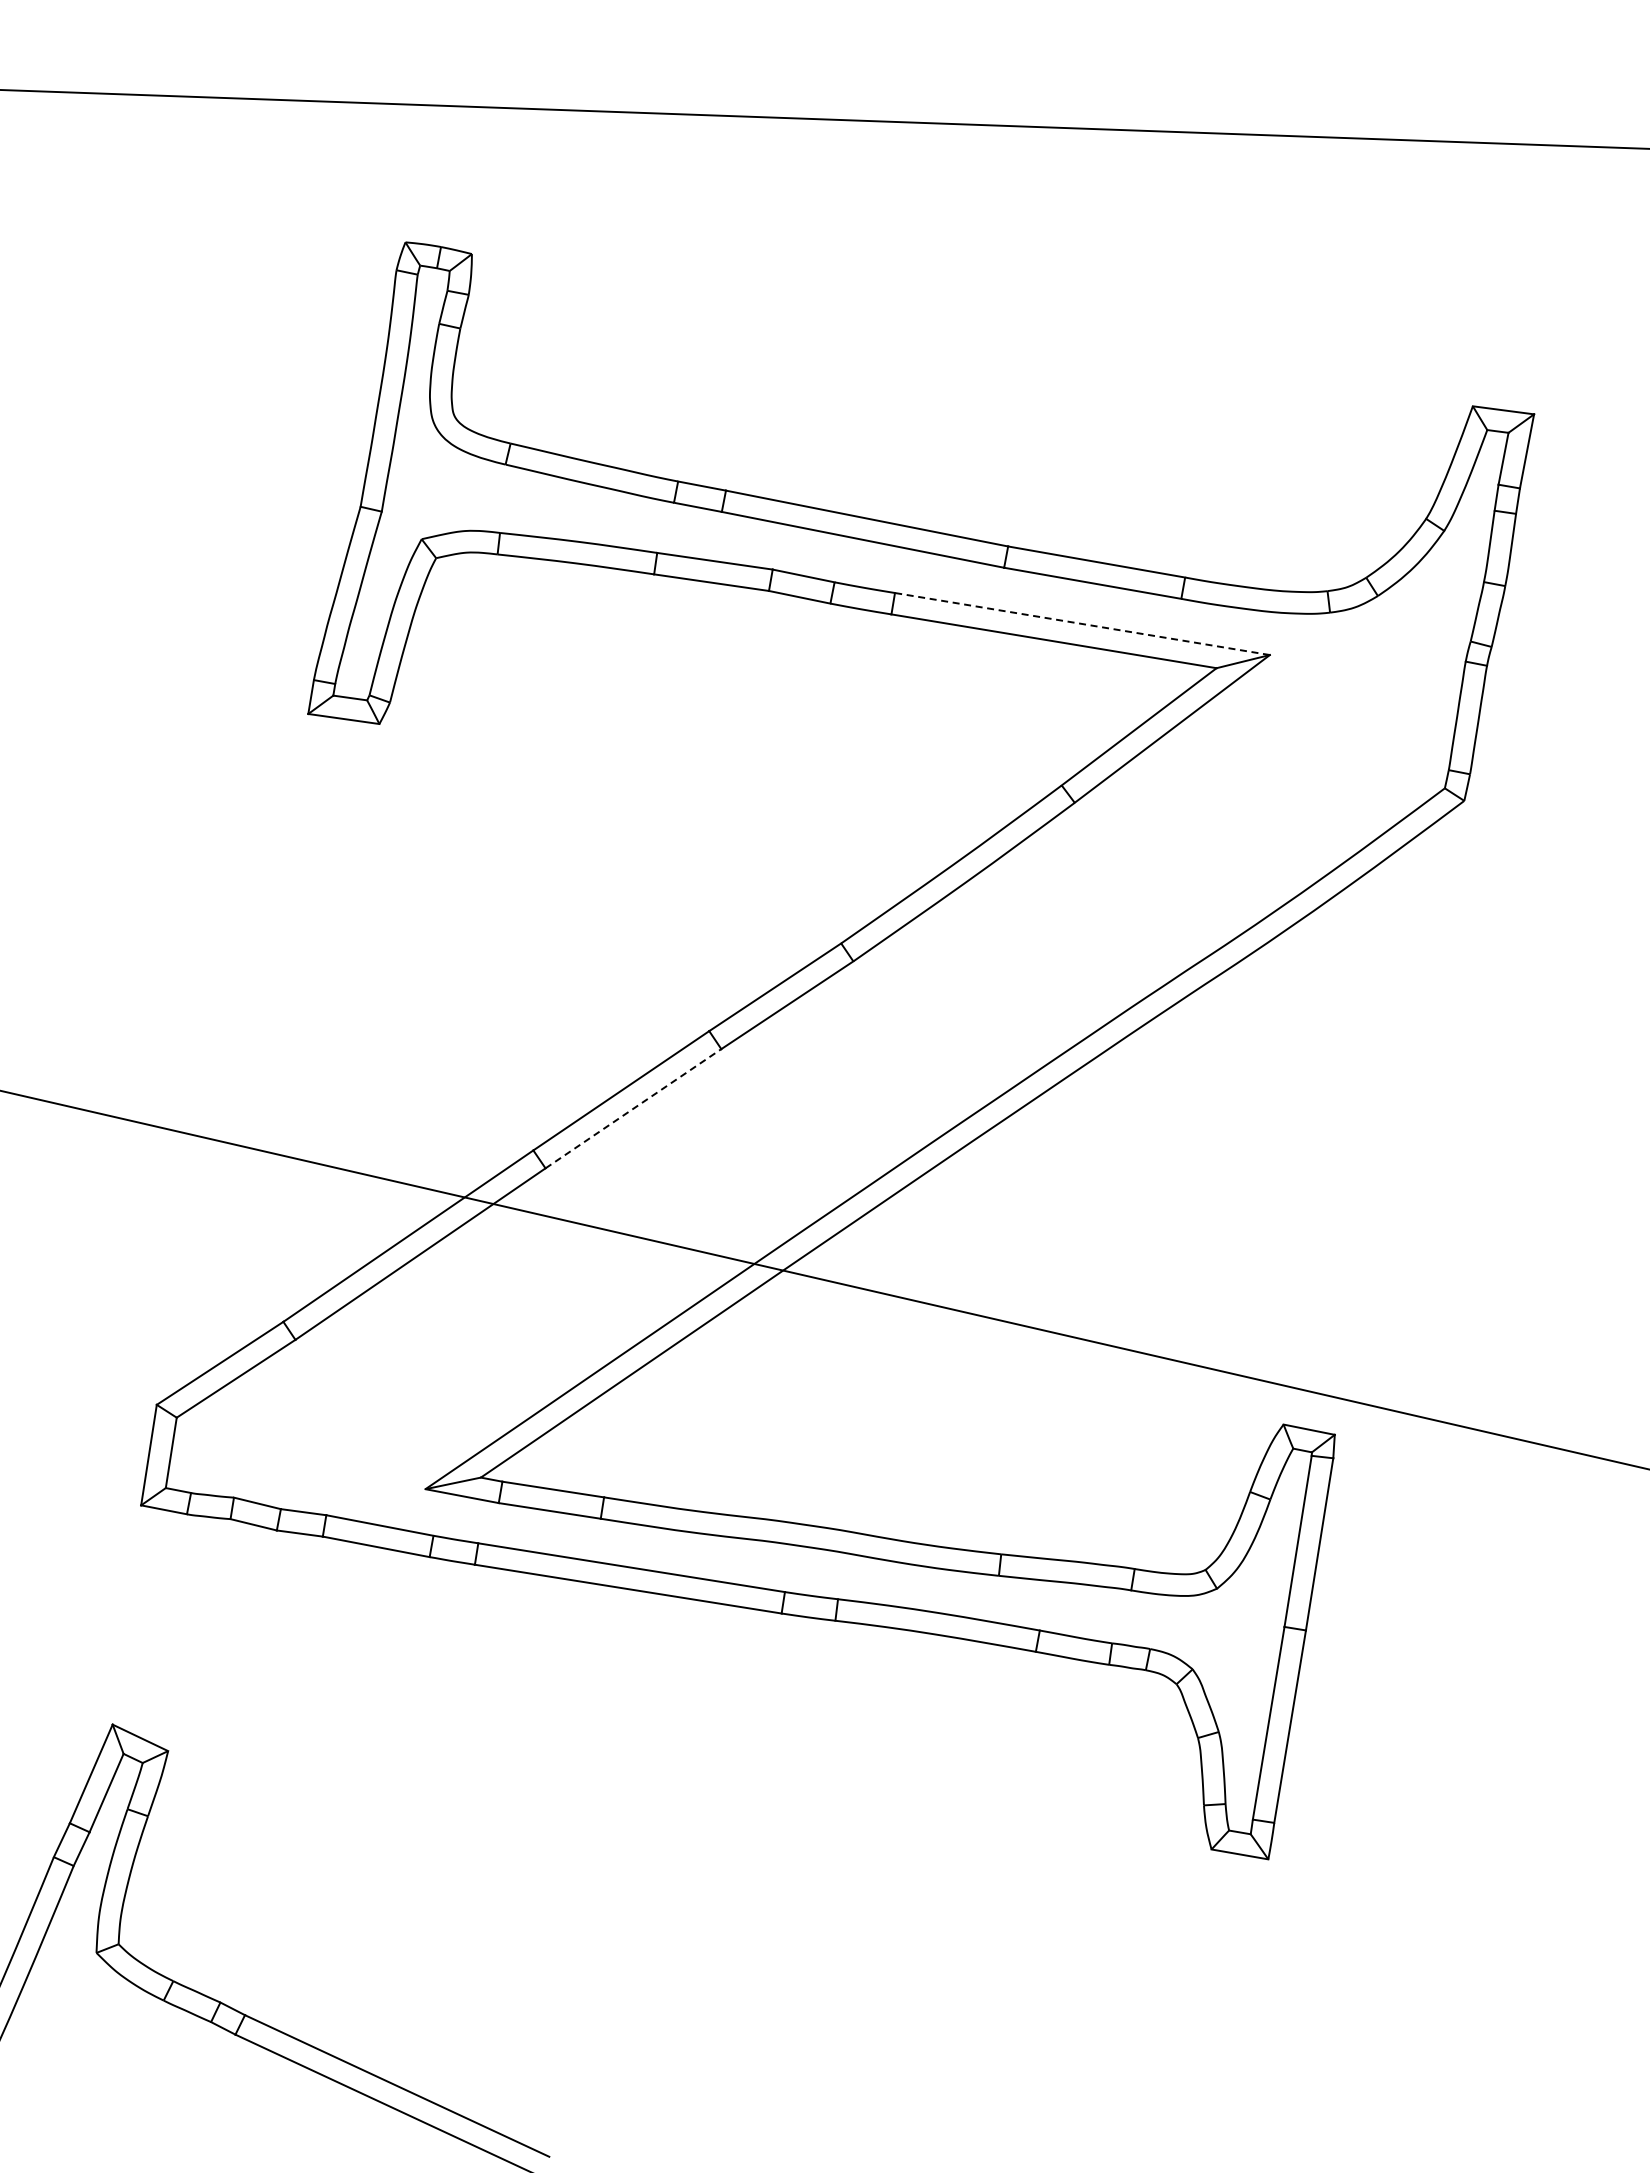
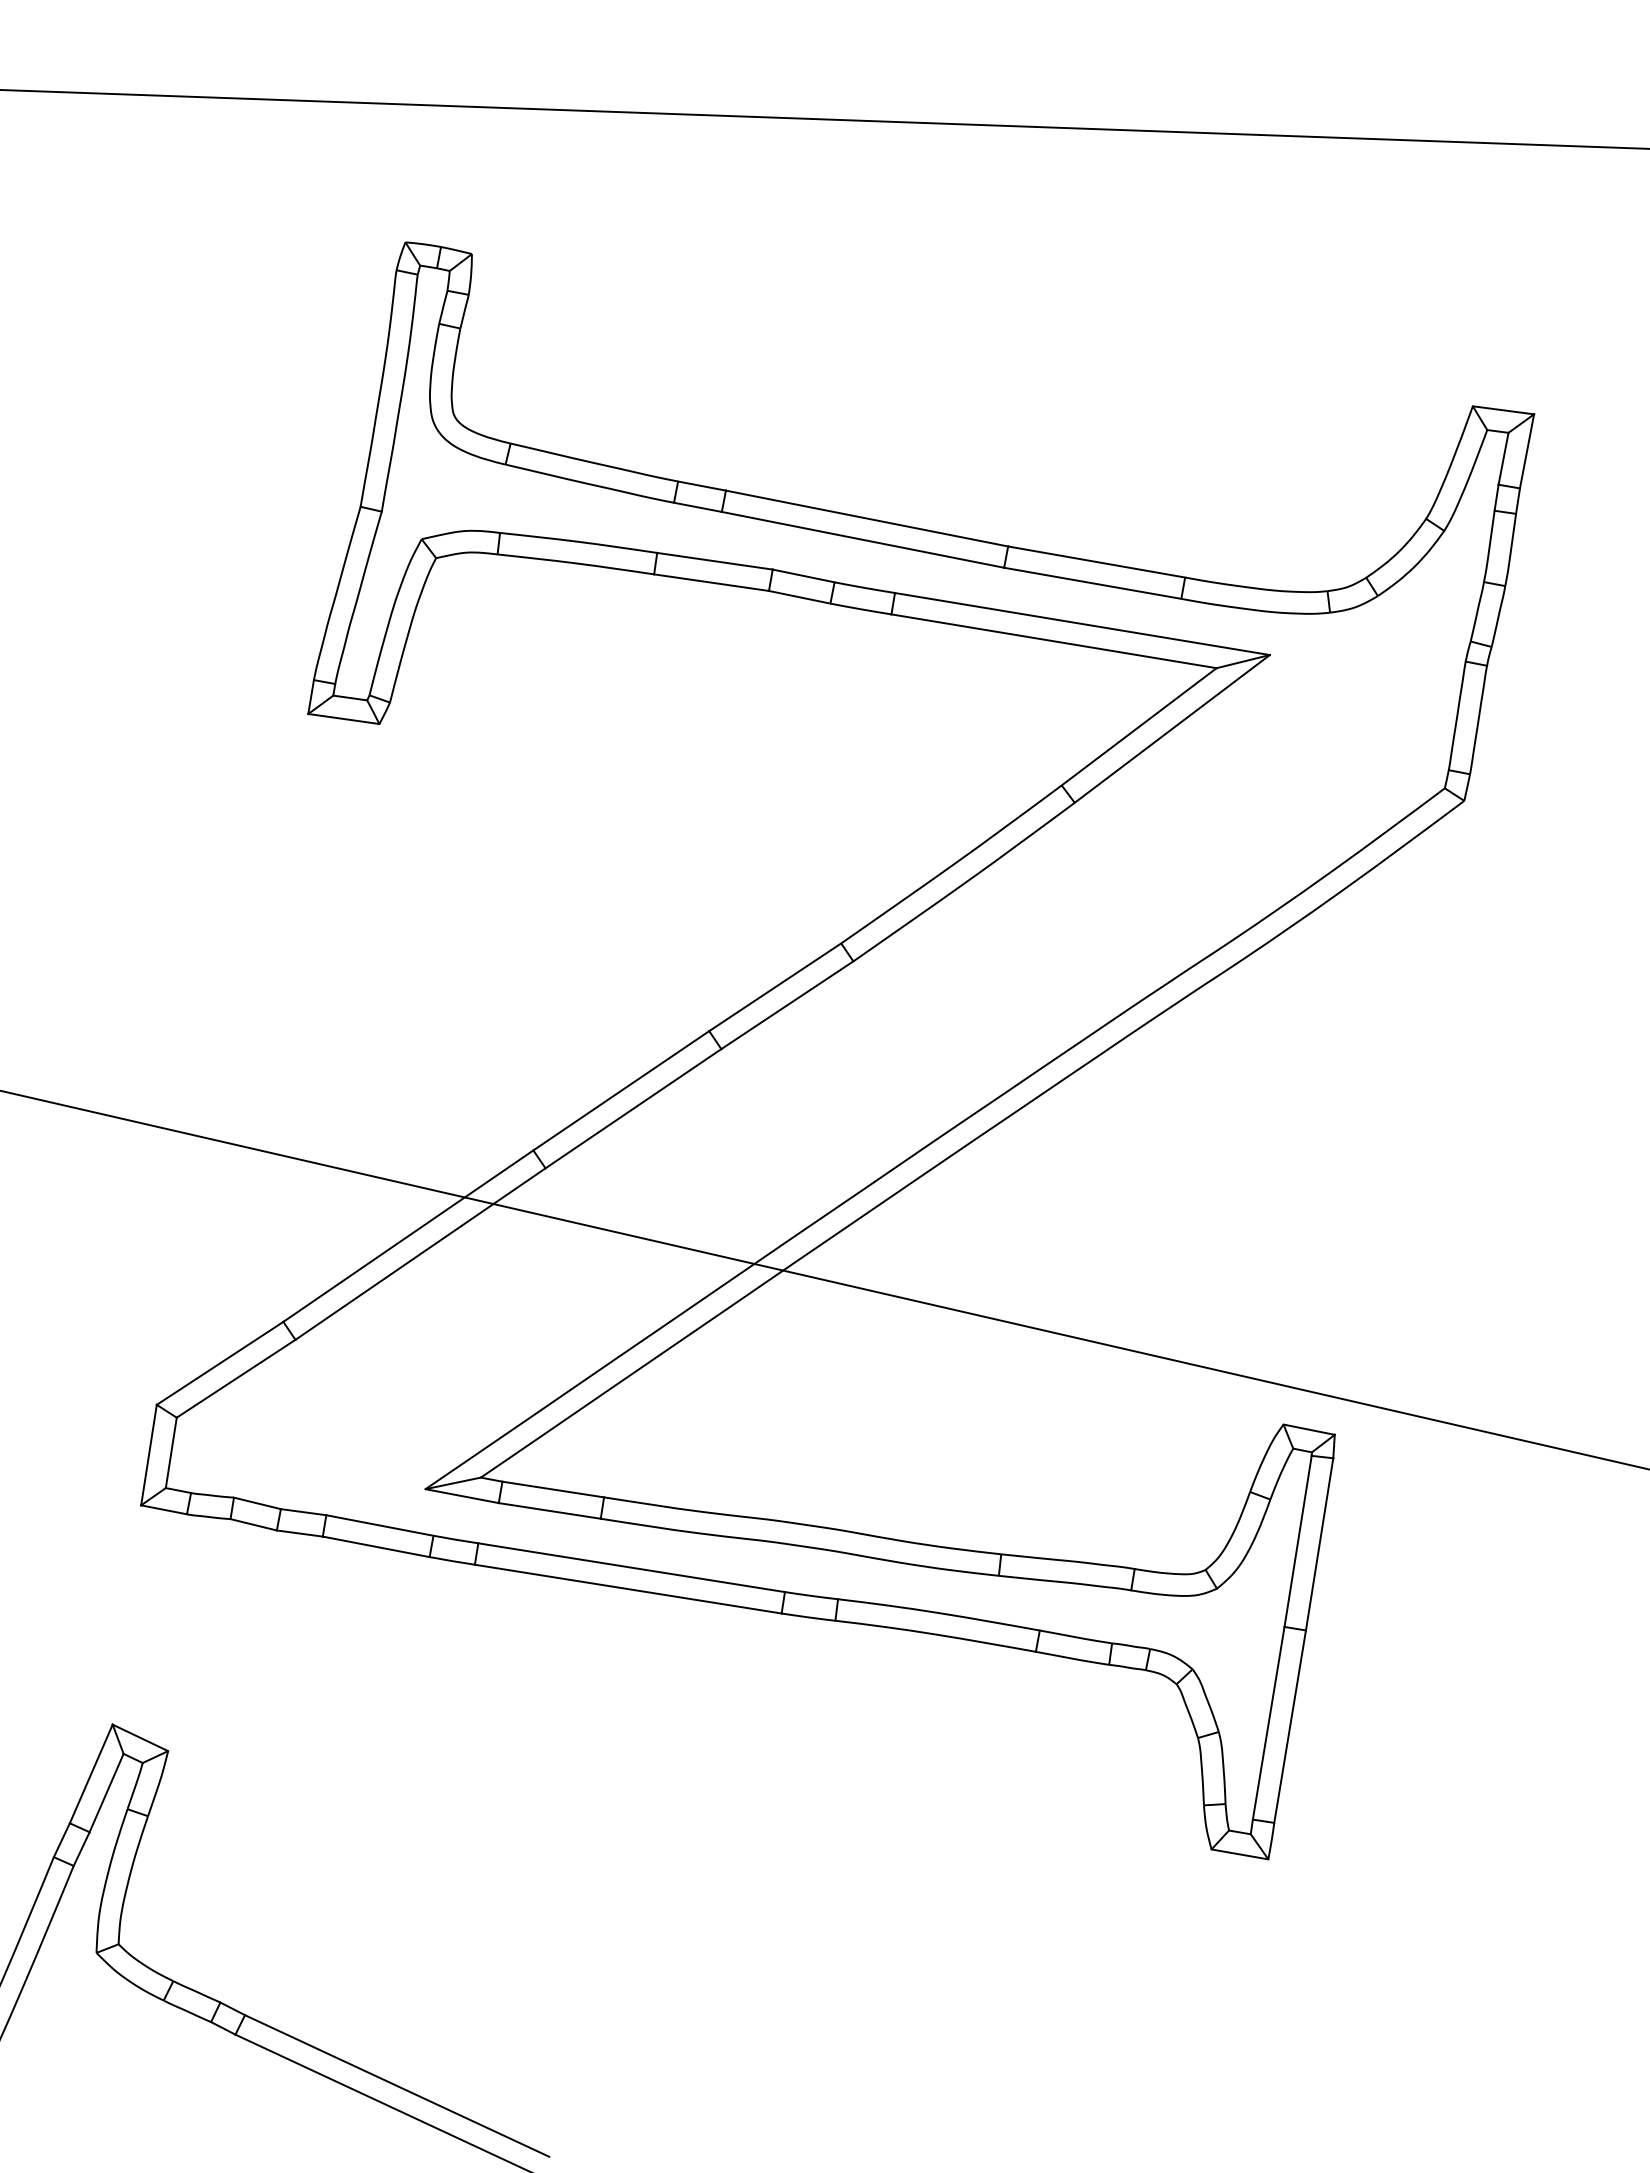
line at (1082, 624): dashed -> solid
line at (633, 1108): dashed -> solid
